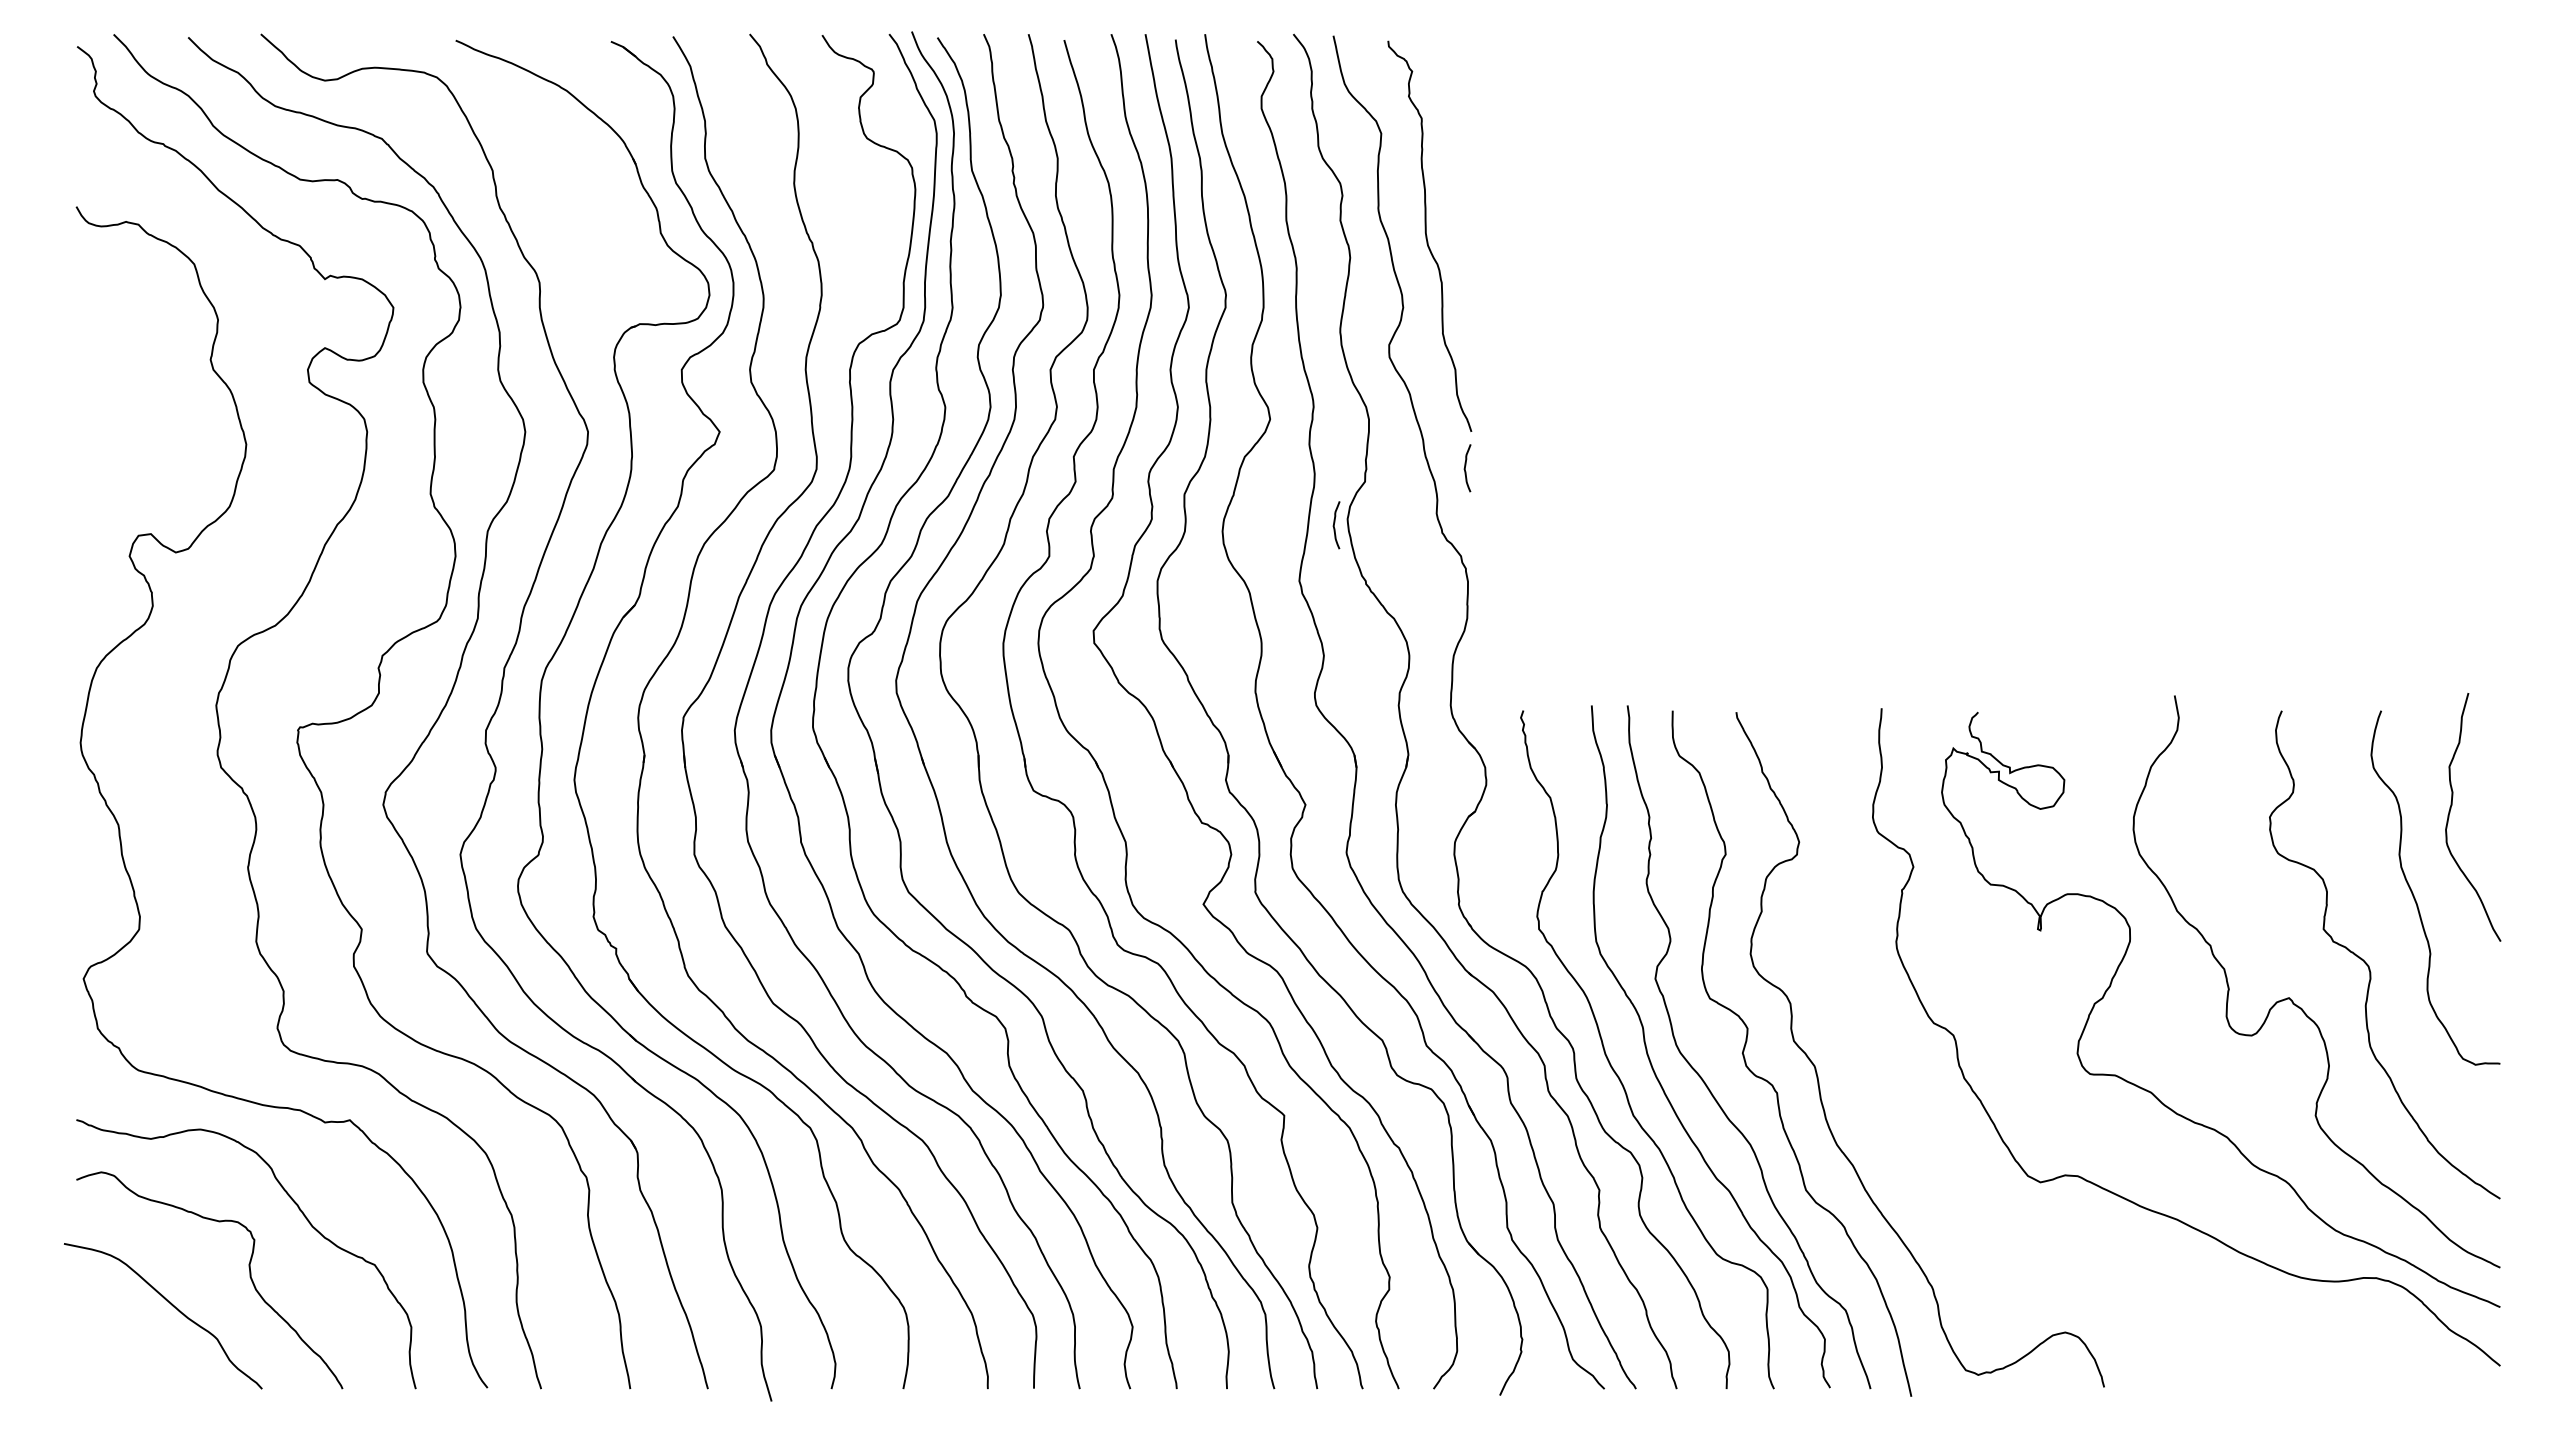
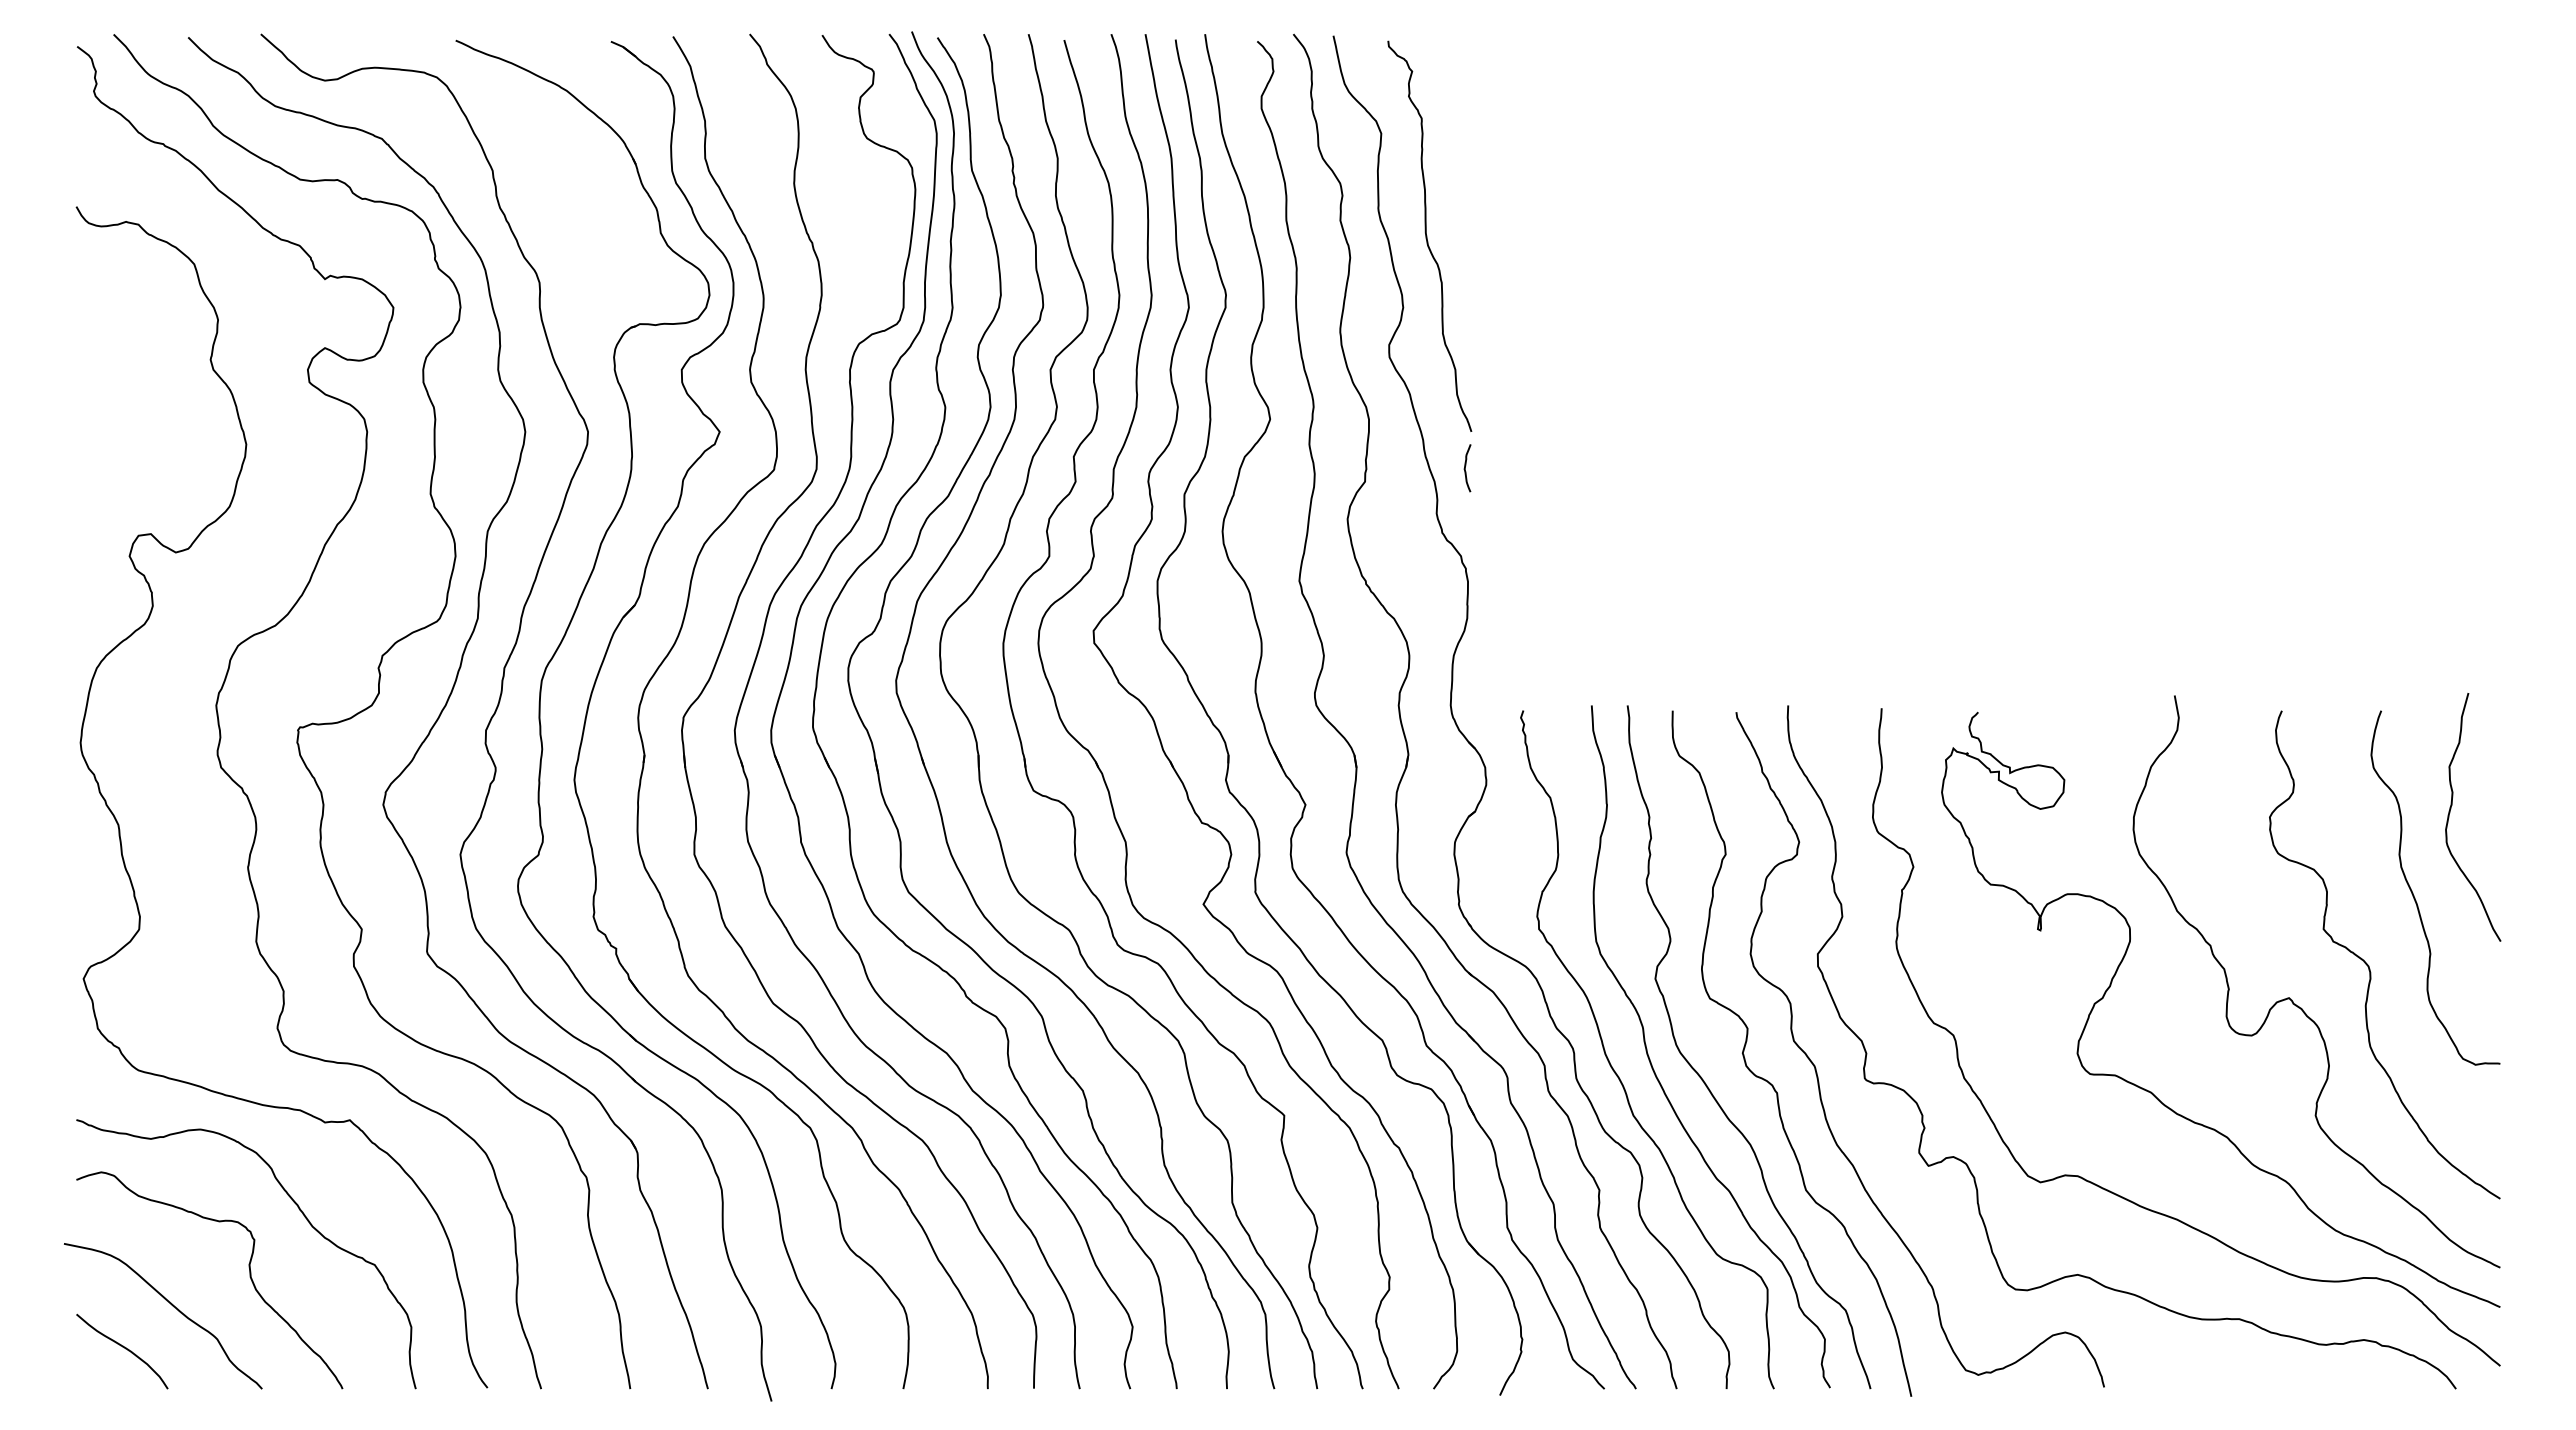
curve at (1334, 525): present -> none
curve at (1968, 1165): none -> present
curve at (124, 1348): none -> present
